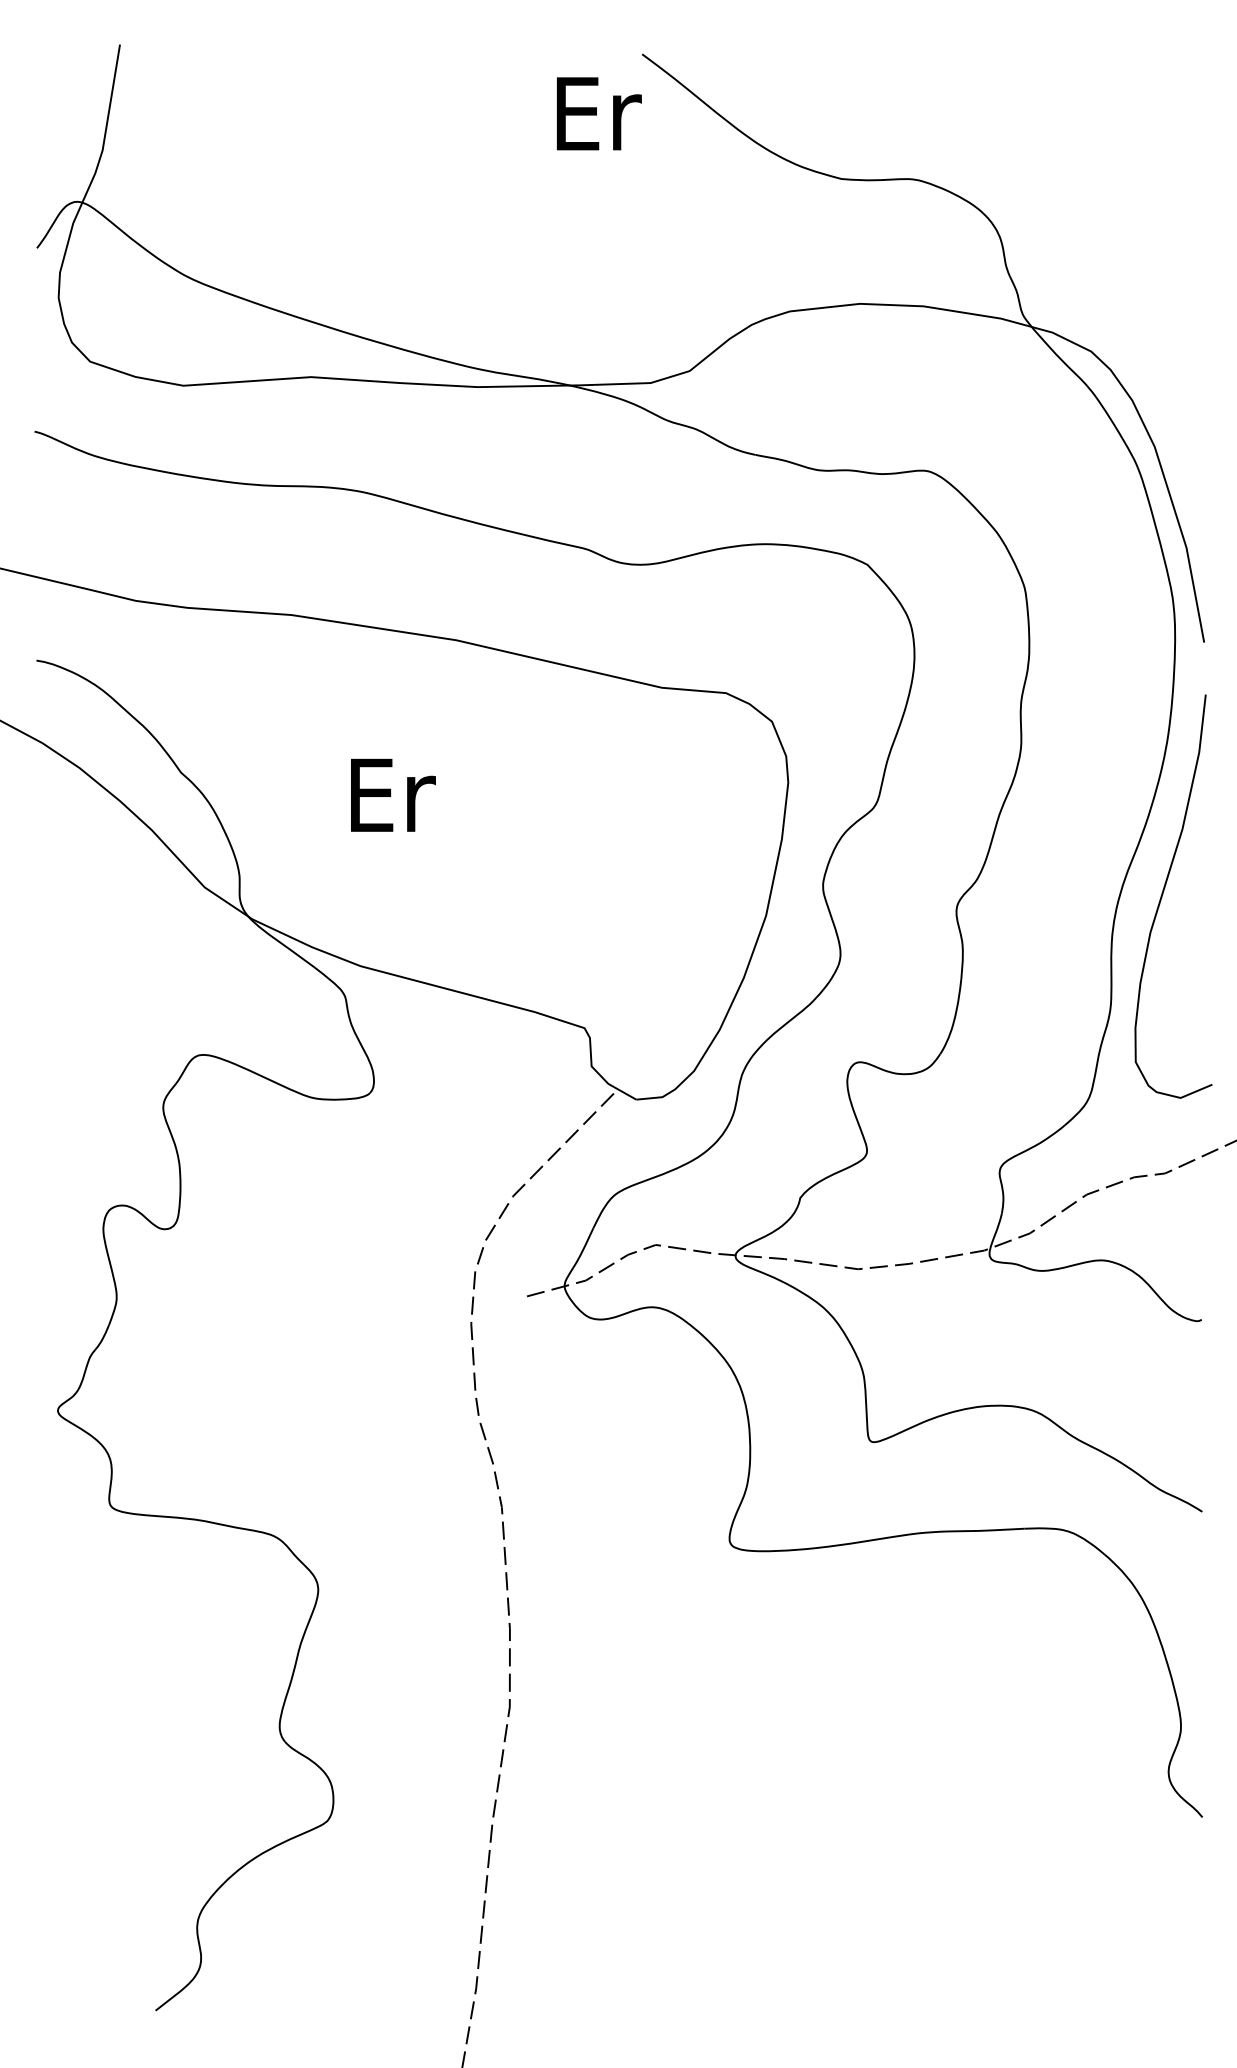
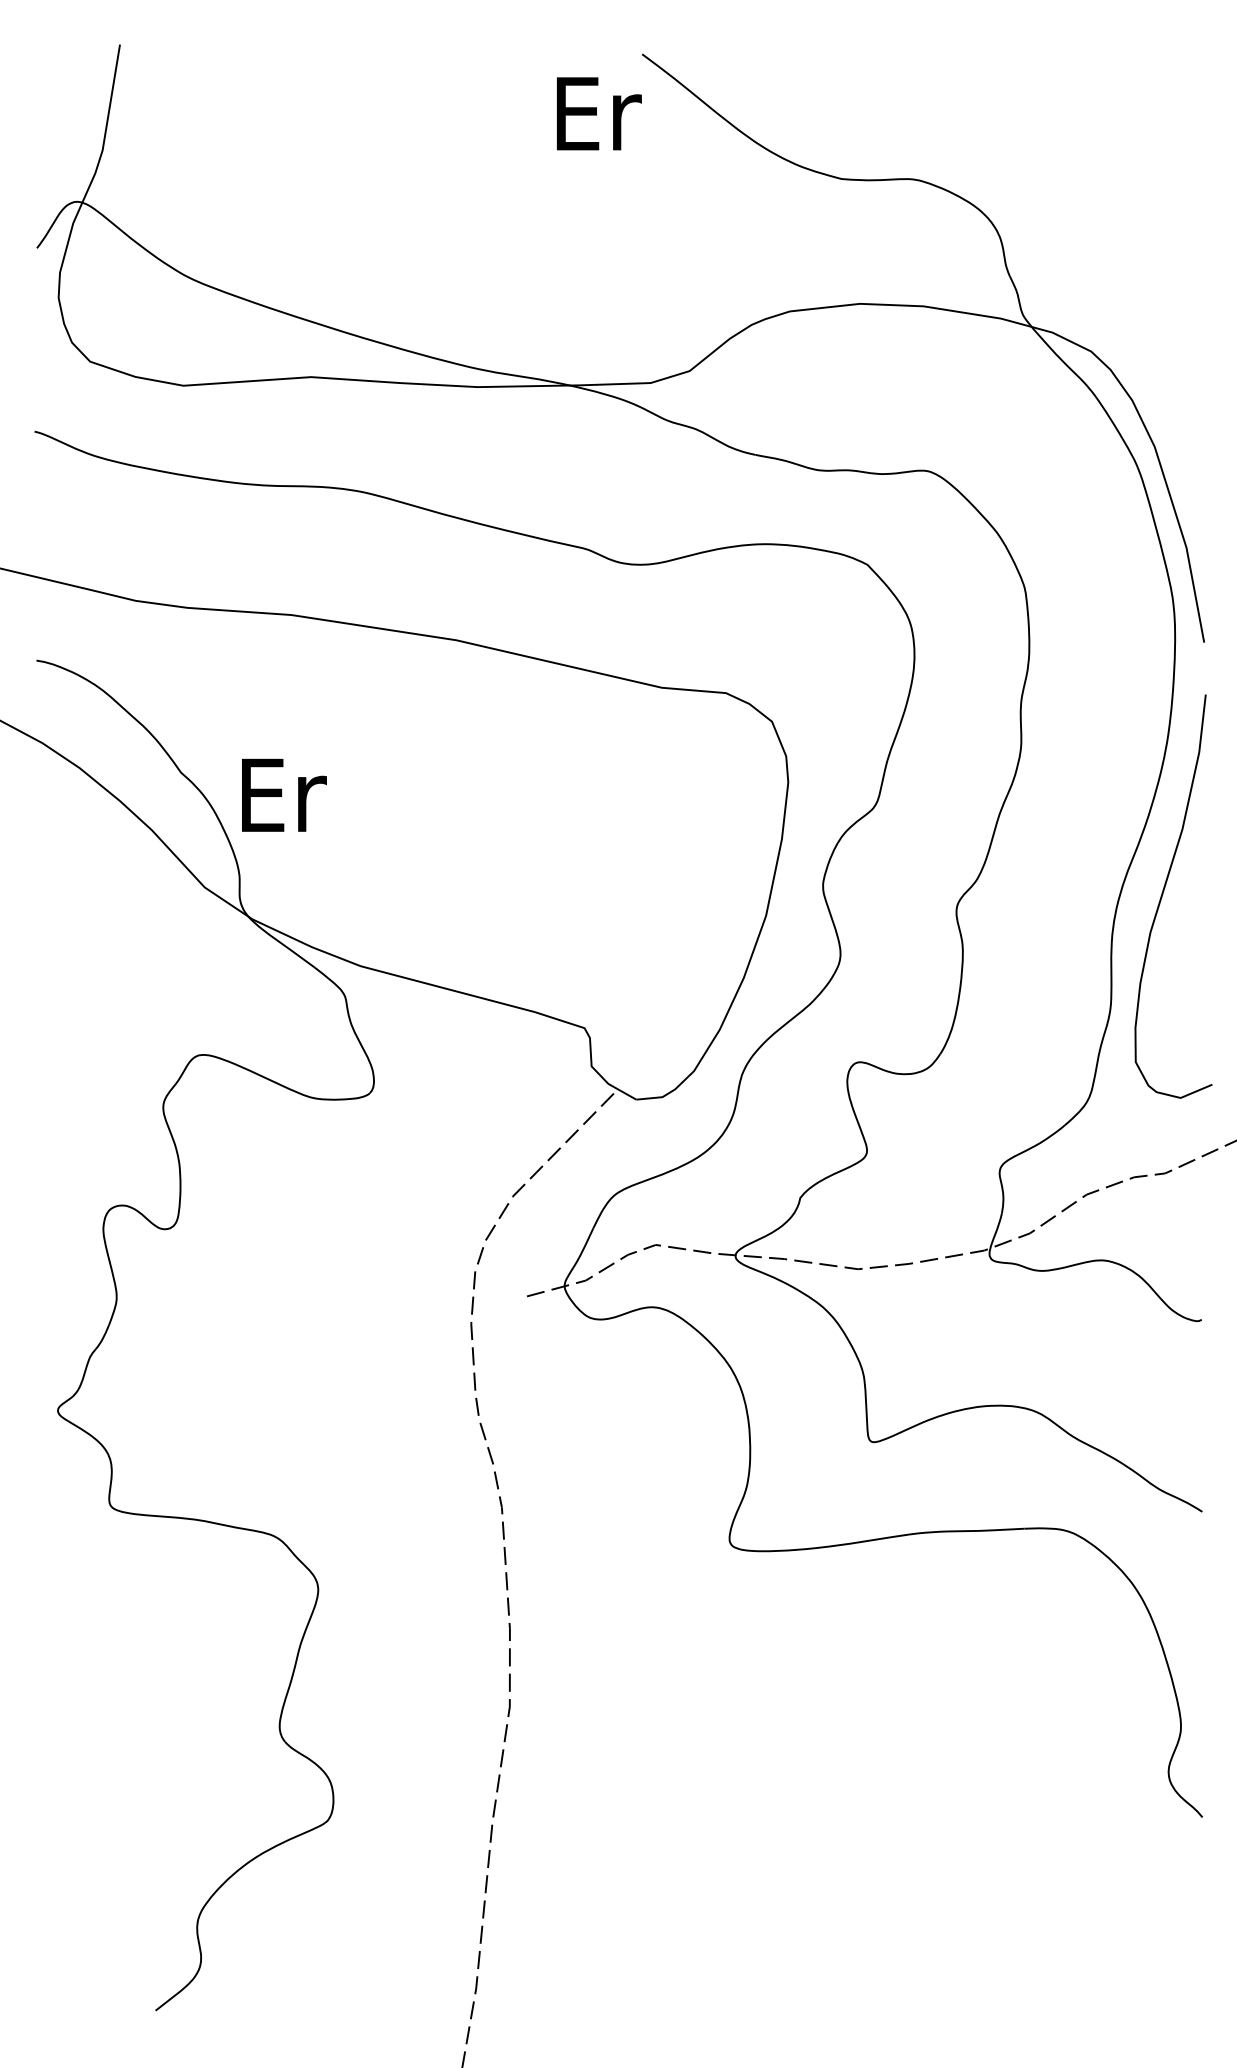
text at (393, 794) position: (393, 794) -> (284, 794)
